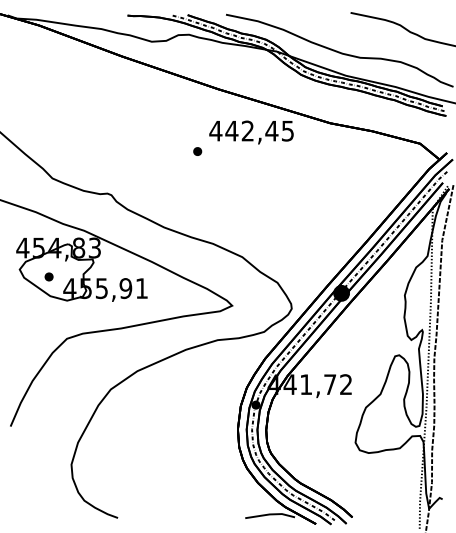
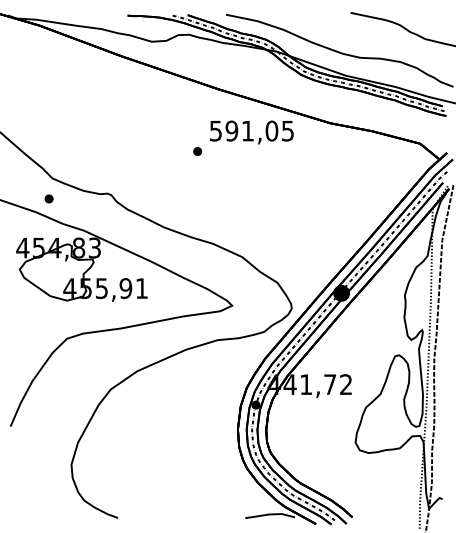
text at (243, 130): 442,45 -> 591,05
part at (48, 276) position: (48, 276) -> (48, 198)
